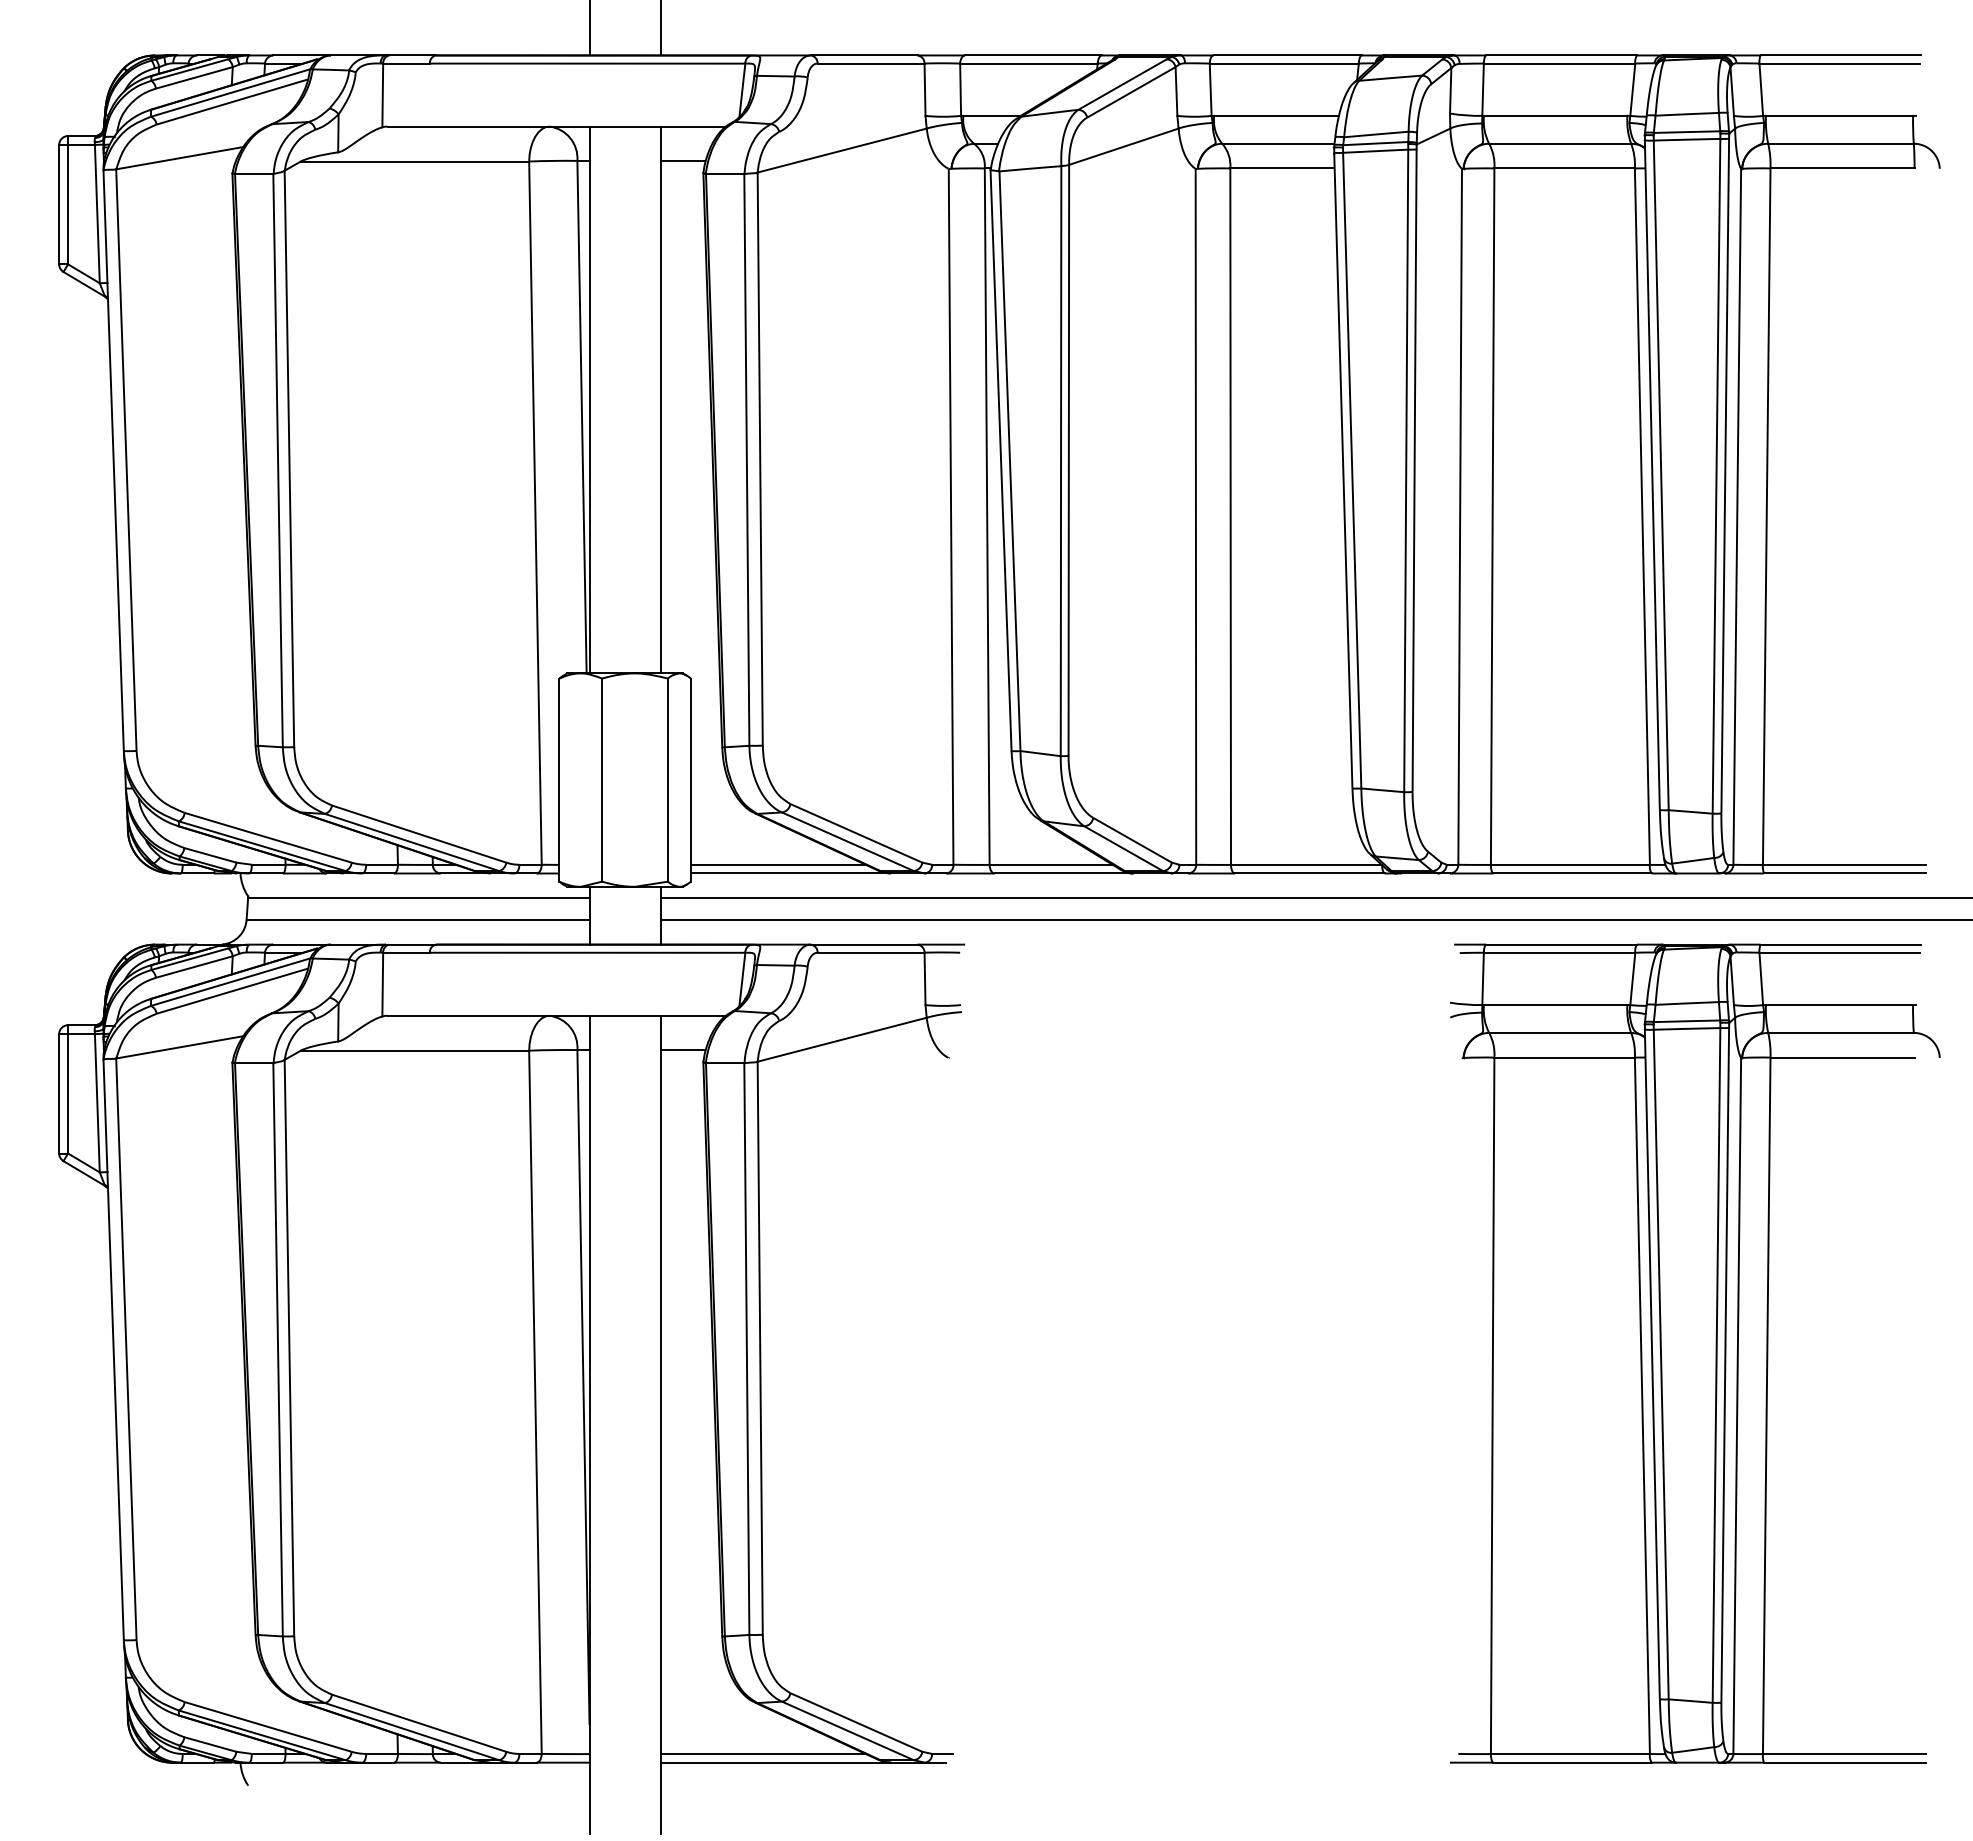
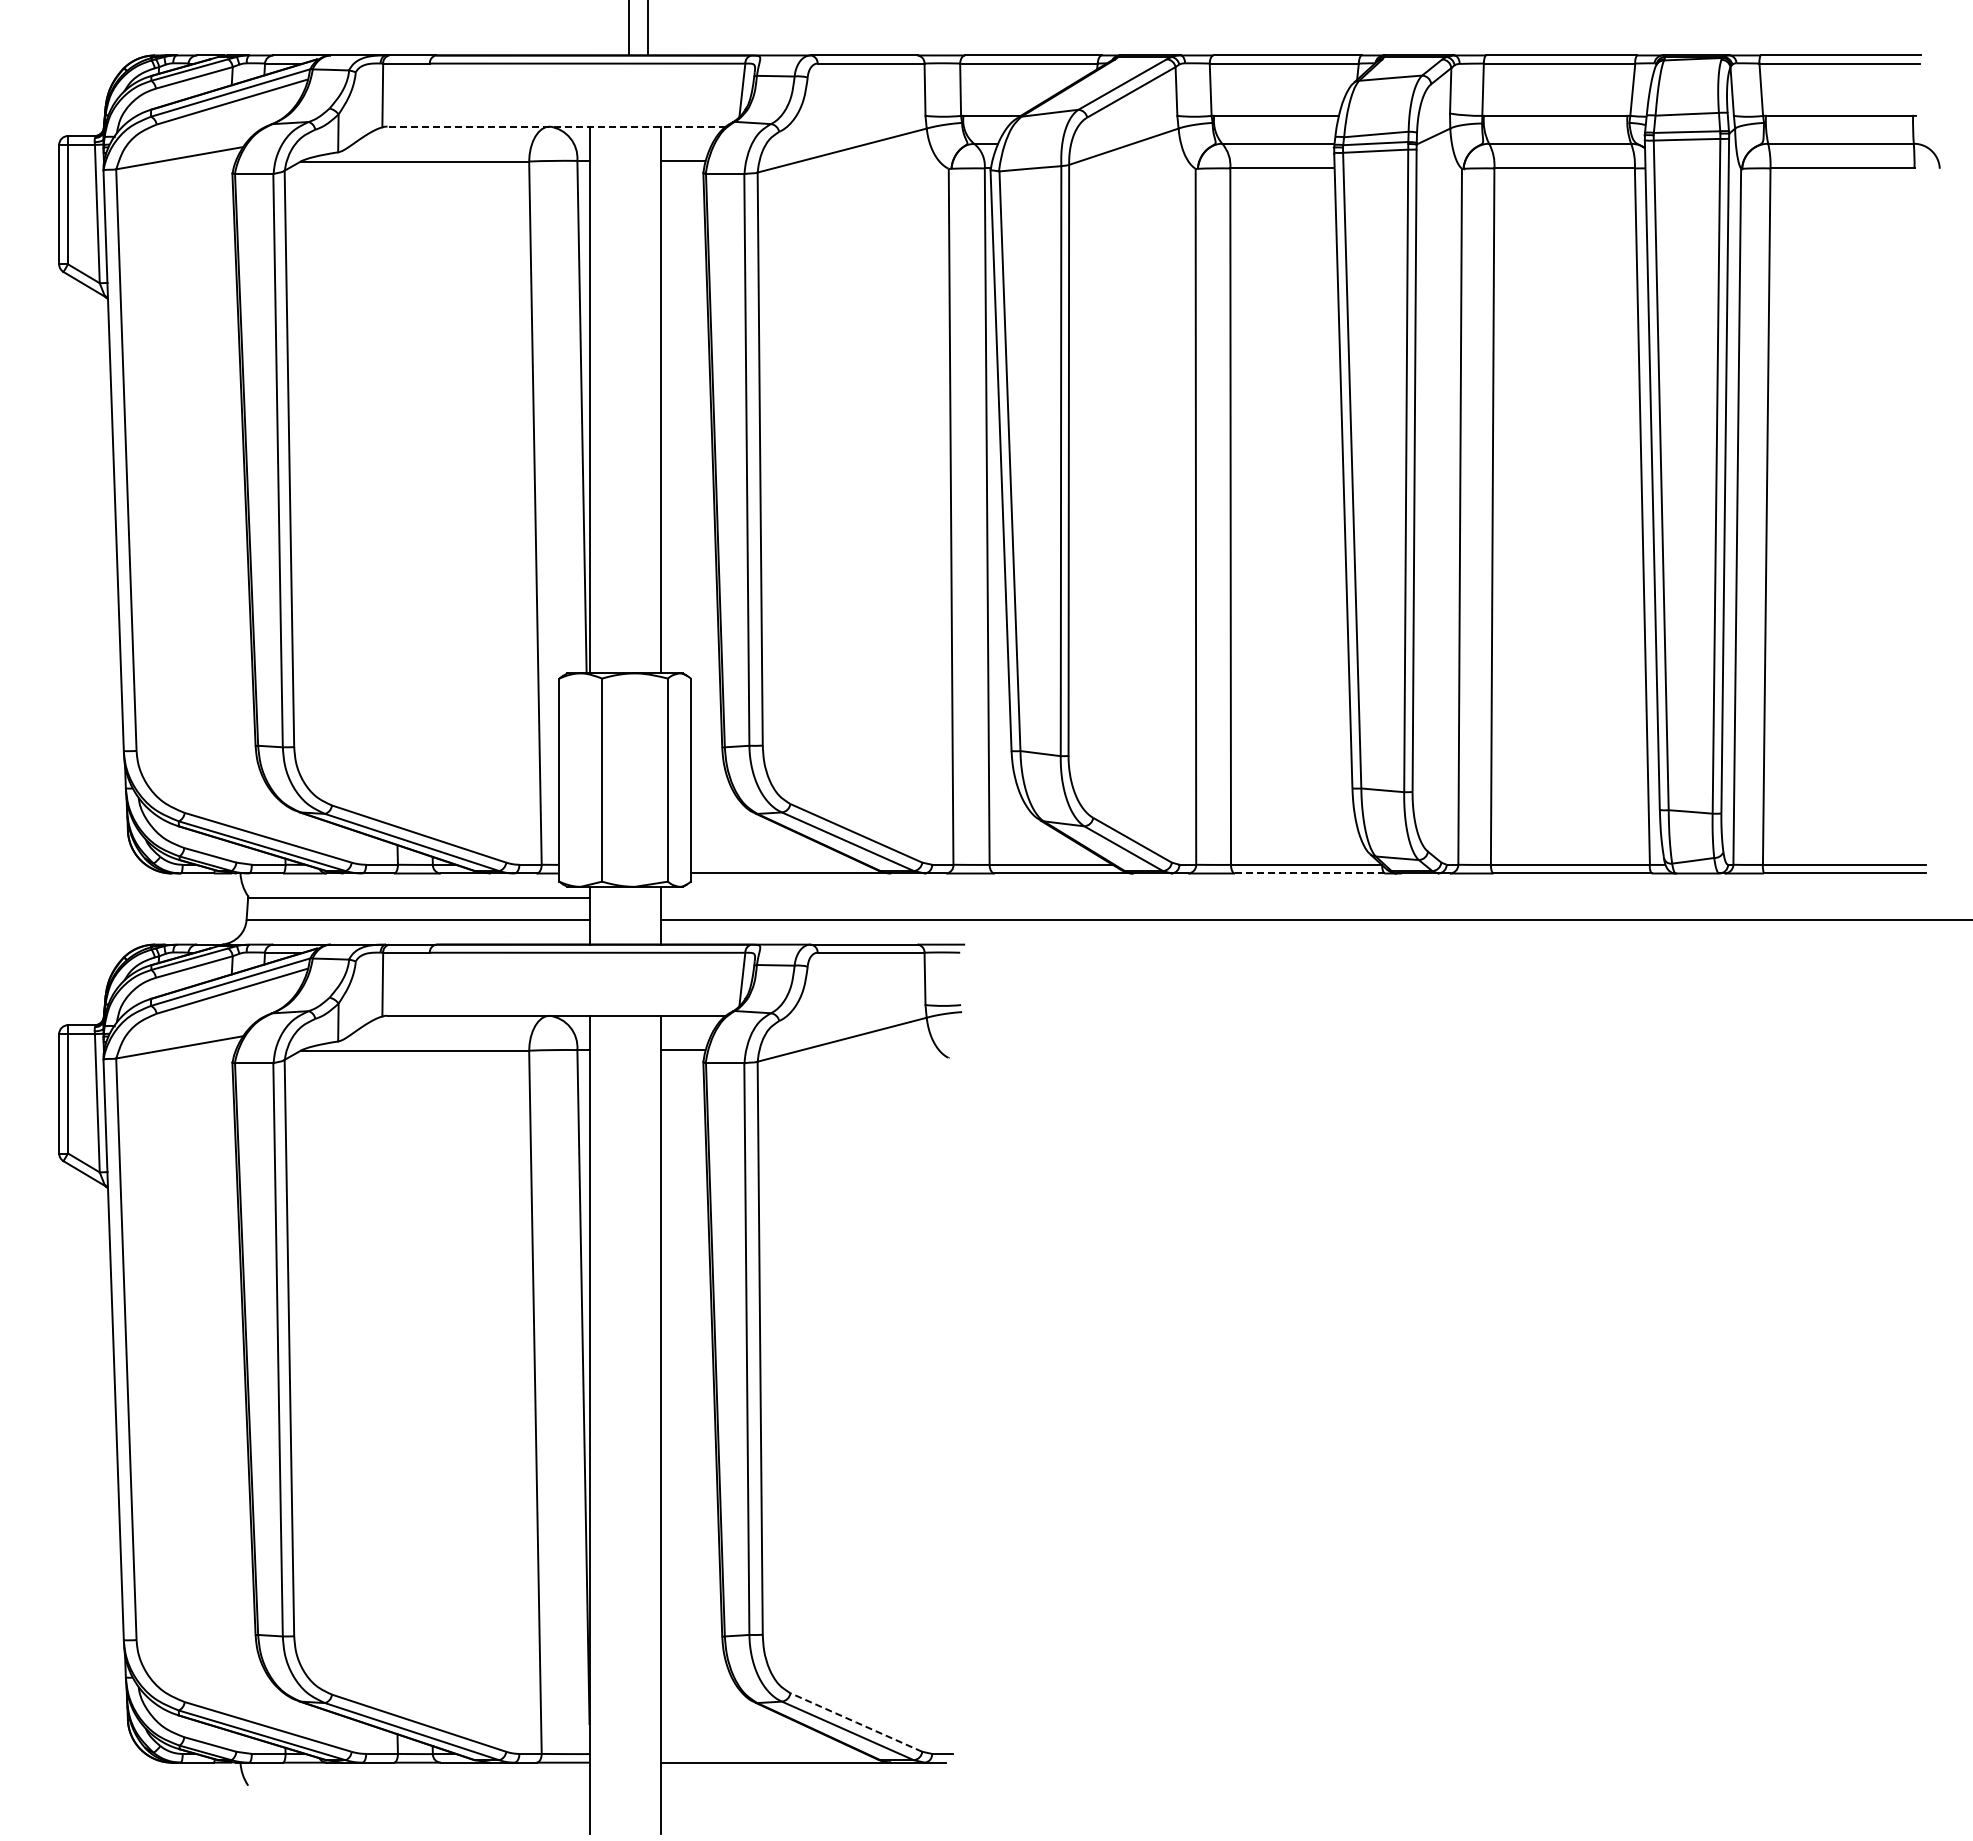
line at (589, 28) position: (589, 28) -> (628, 28)
line at (660, 28) position: (660, 28) -> (647, 28)
line at (556, 126): solid -> dashed
line at (777, 864): present -> none
line at (1310, 873): solid -> dashed
line at (1314, 898): present -> none
part at (1695, 1353): present -> none
line at (856, 1722): solid -> dashed
line at (762, 1754): present -> none
